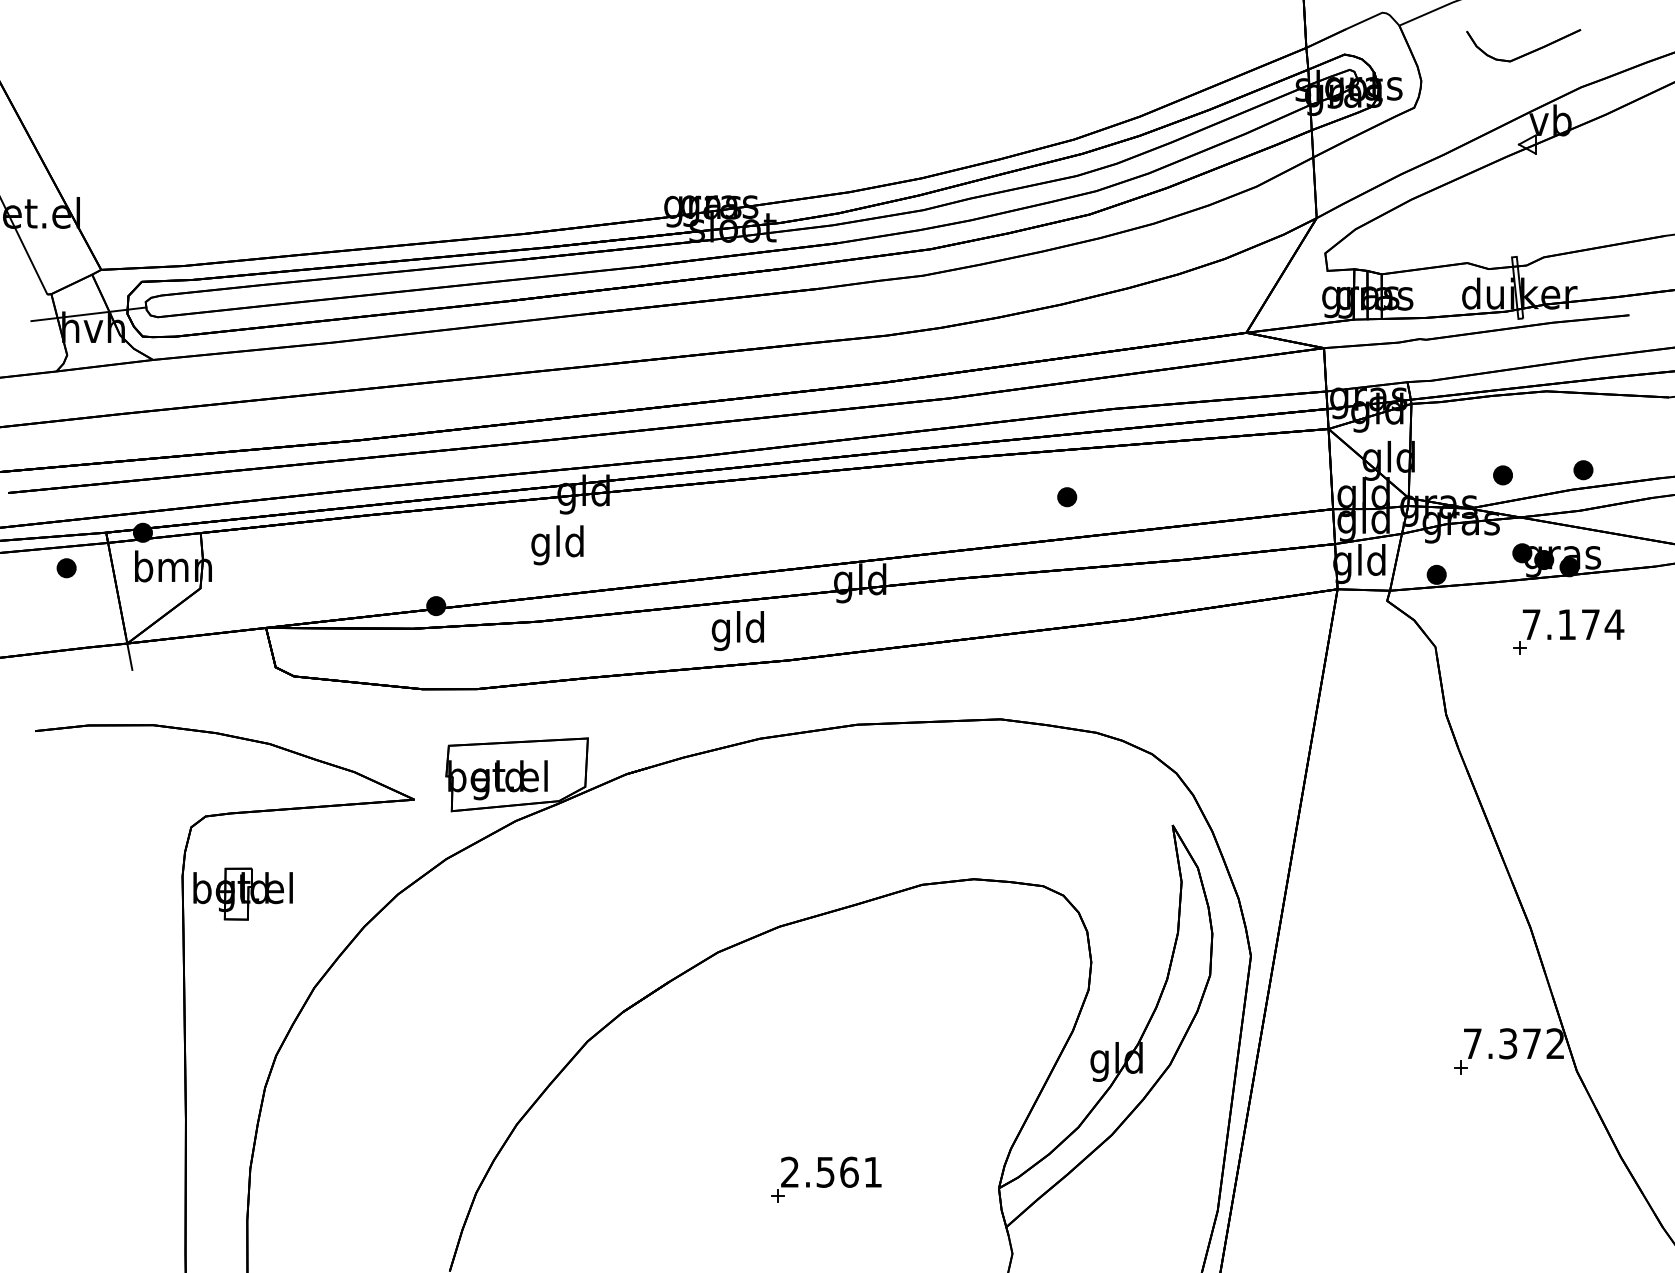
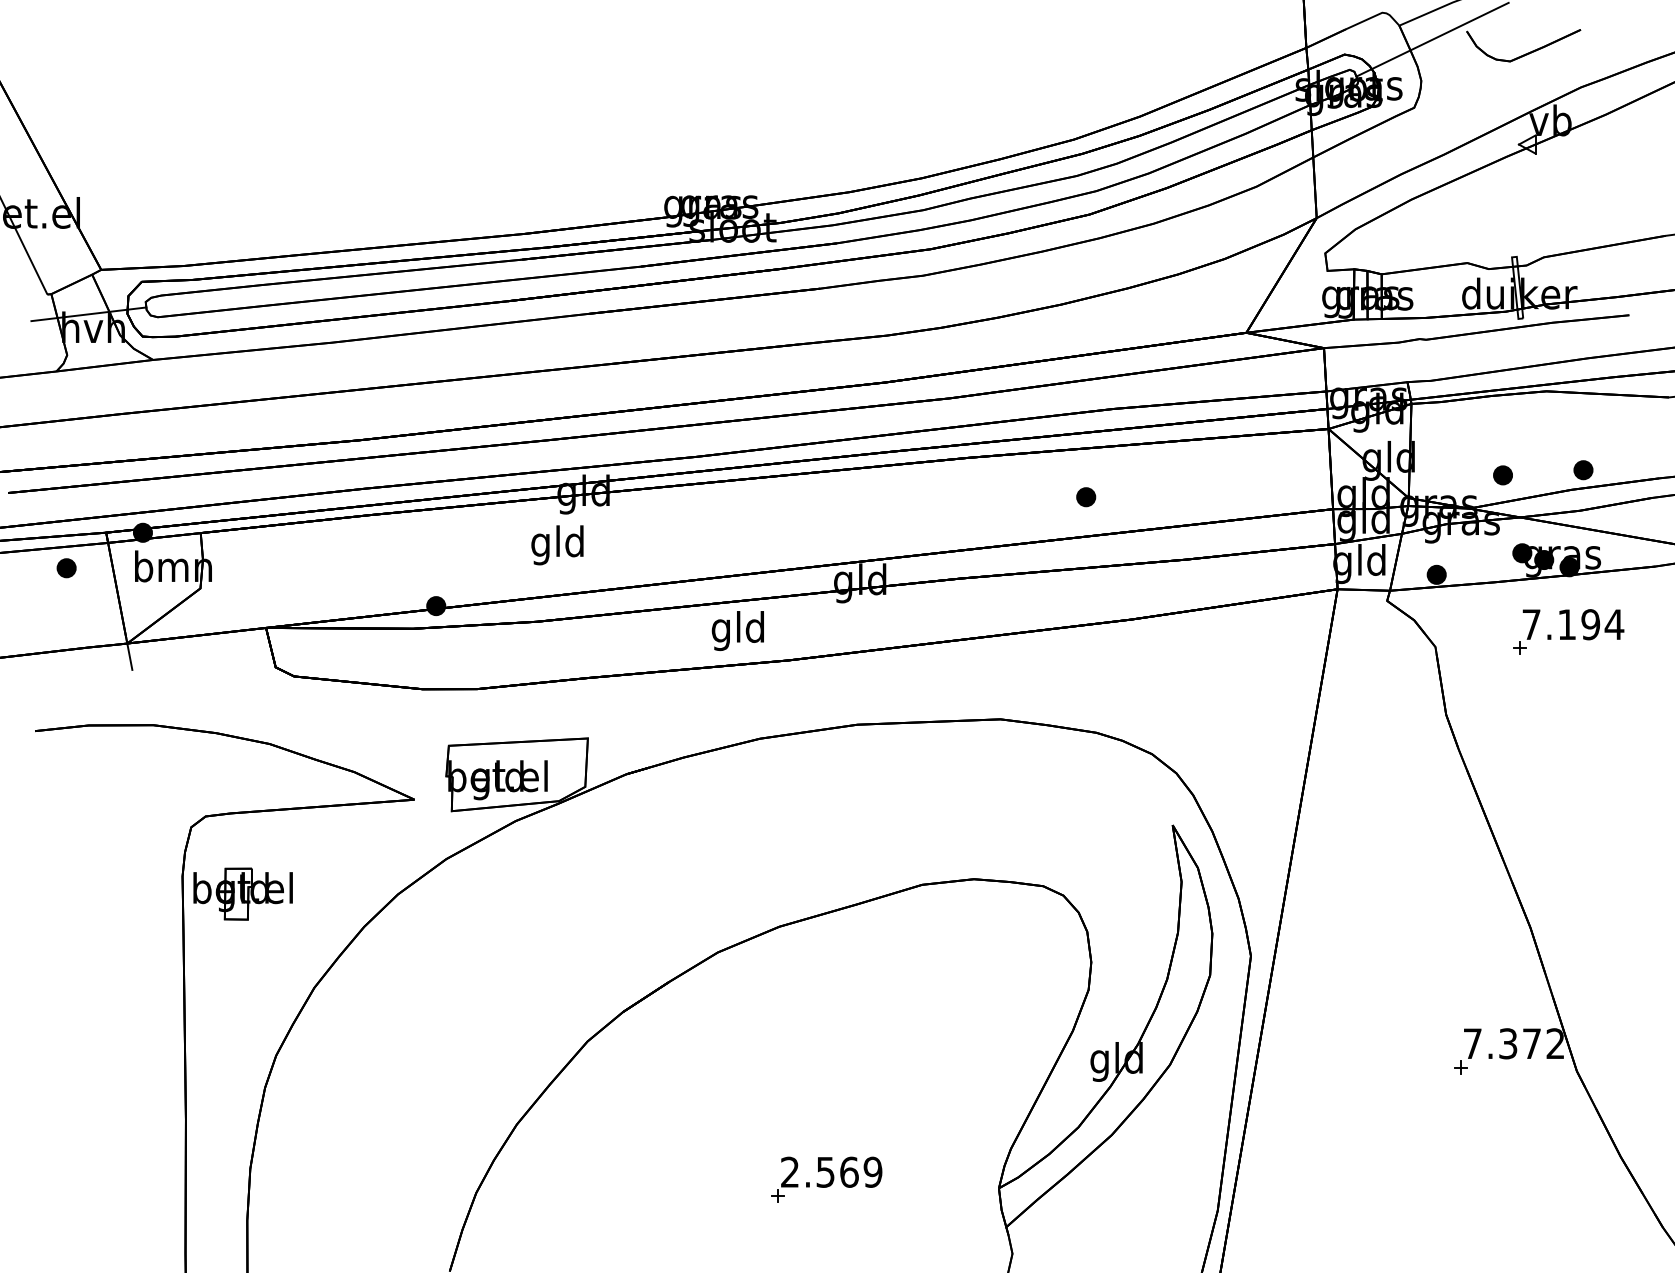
line at (1432, 39): none -> present
part at (1067, 497) position: (1067, 497) -> (1086, 497)
text at (1590, 624): 7.174 -> 7.194
text at (872, 1171): 2.561 -> 2.569
